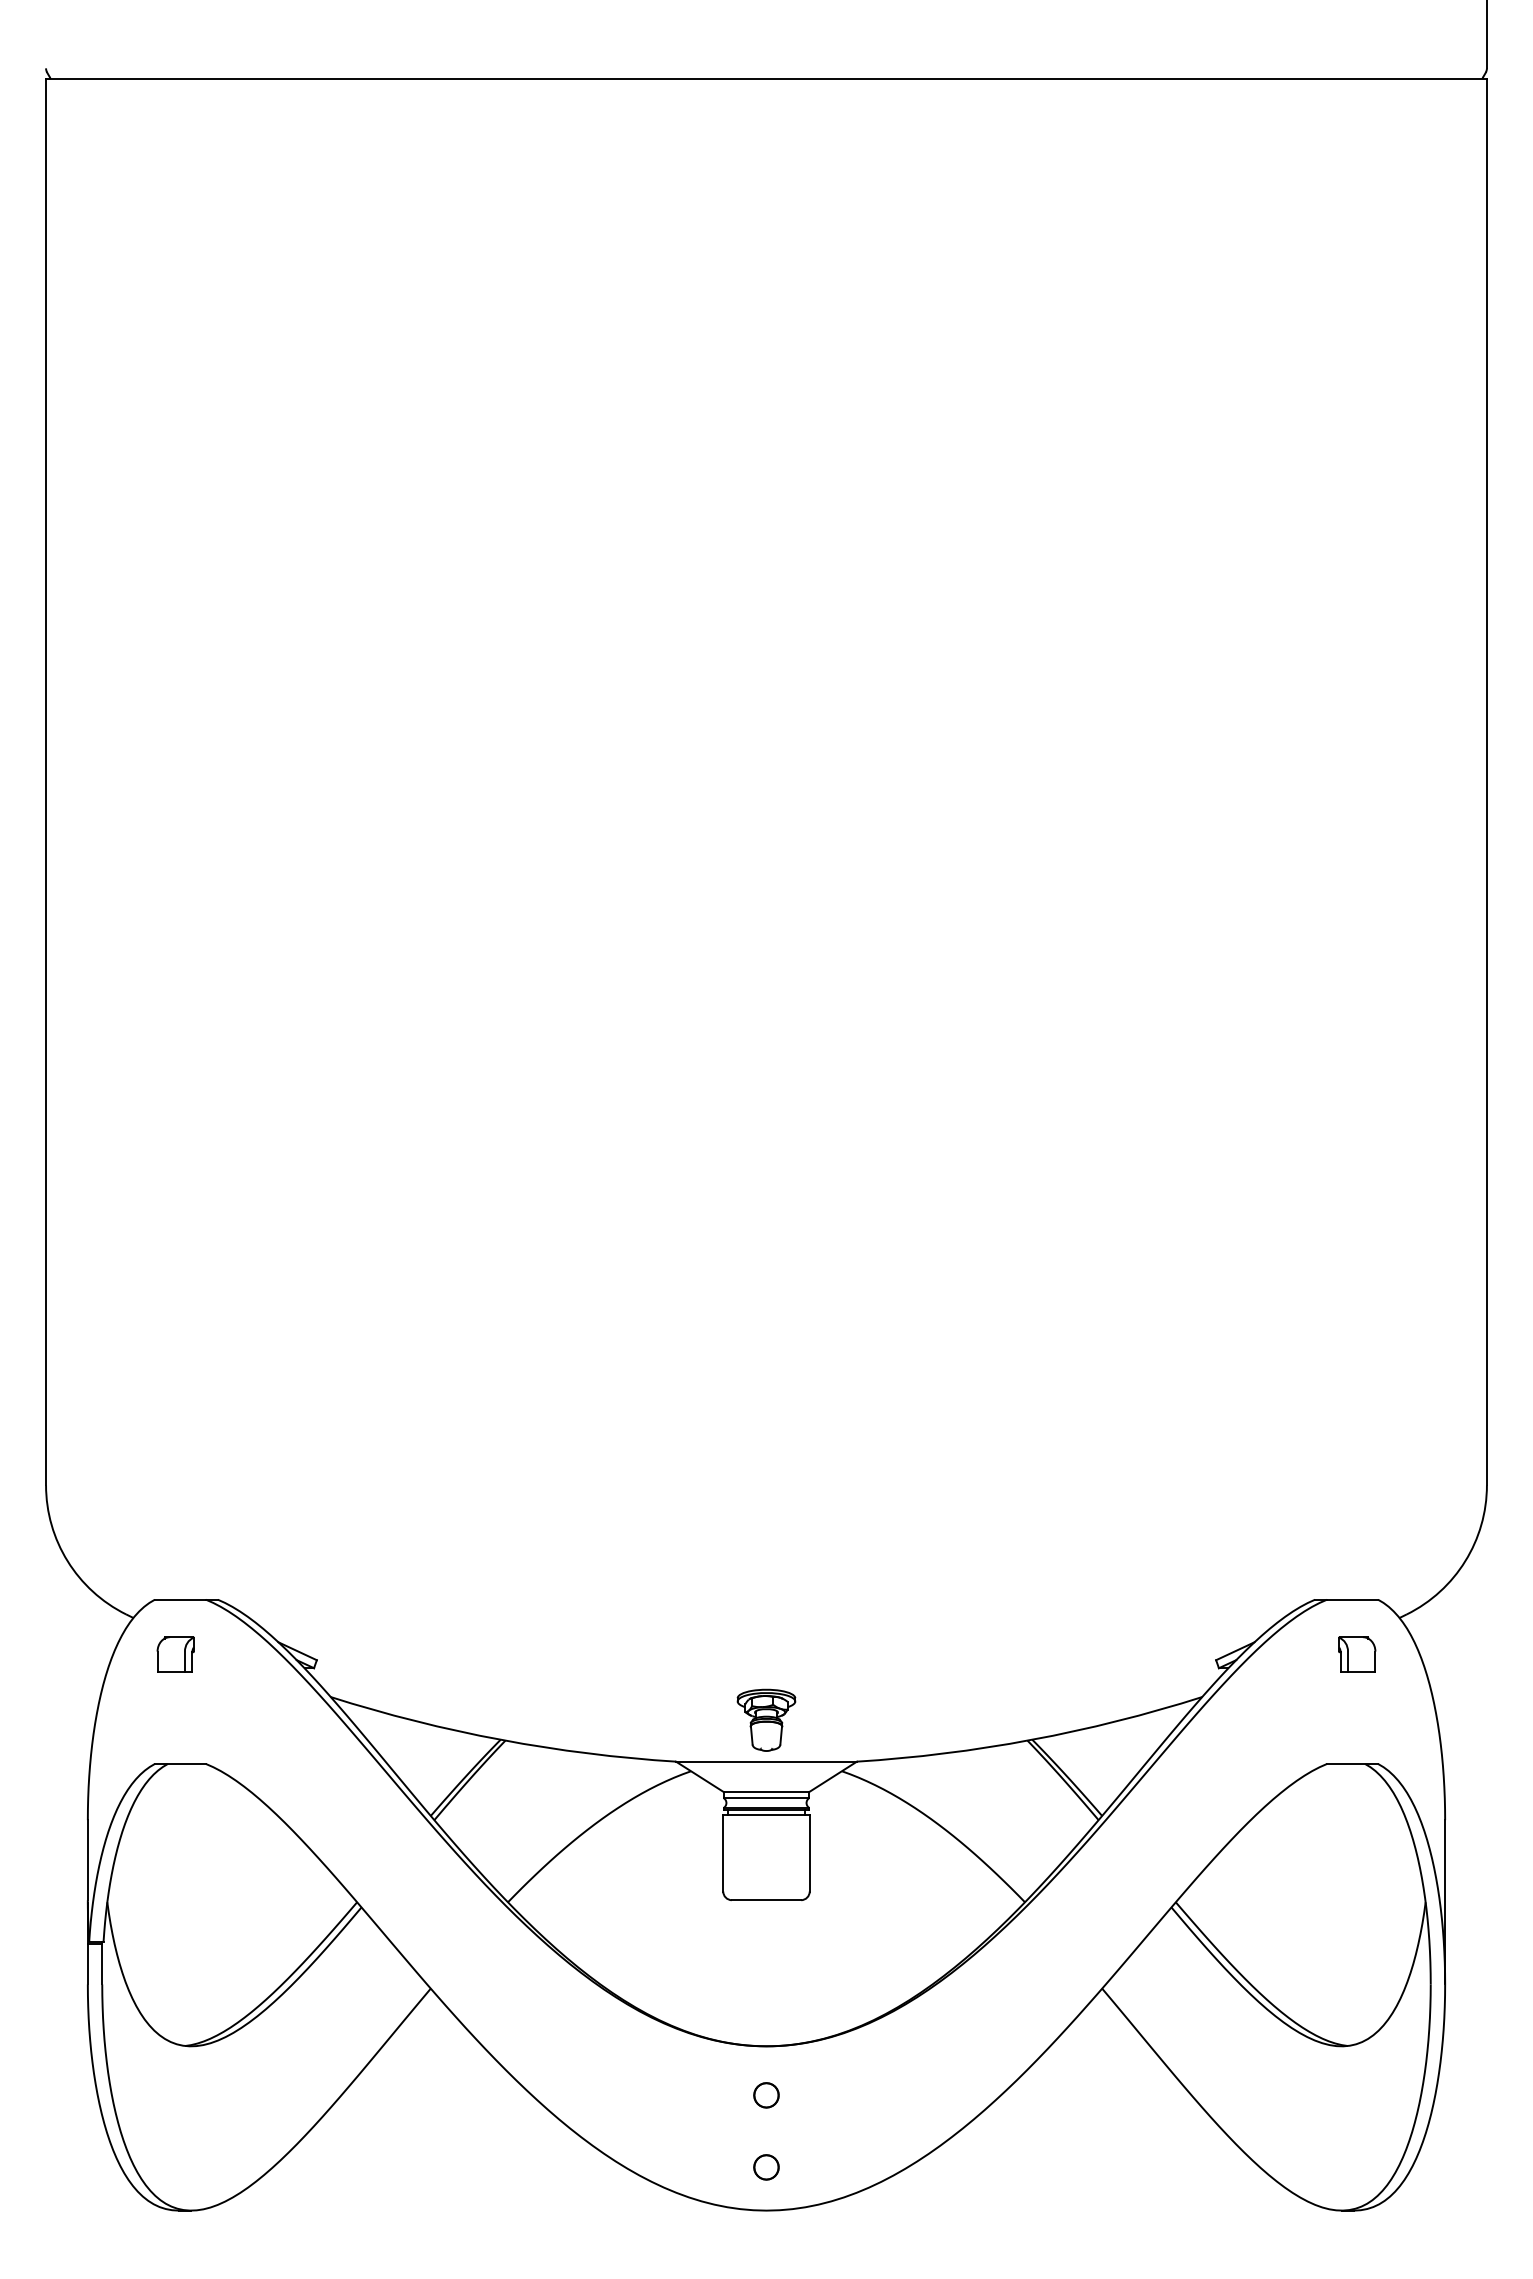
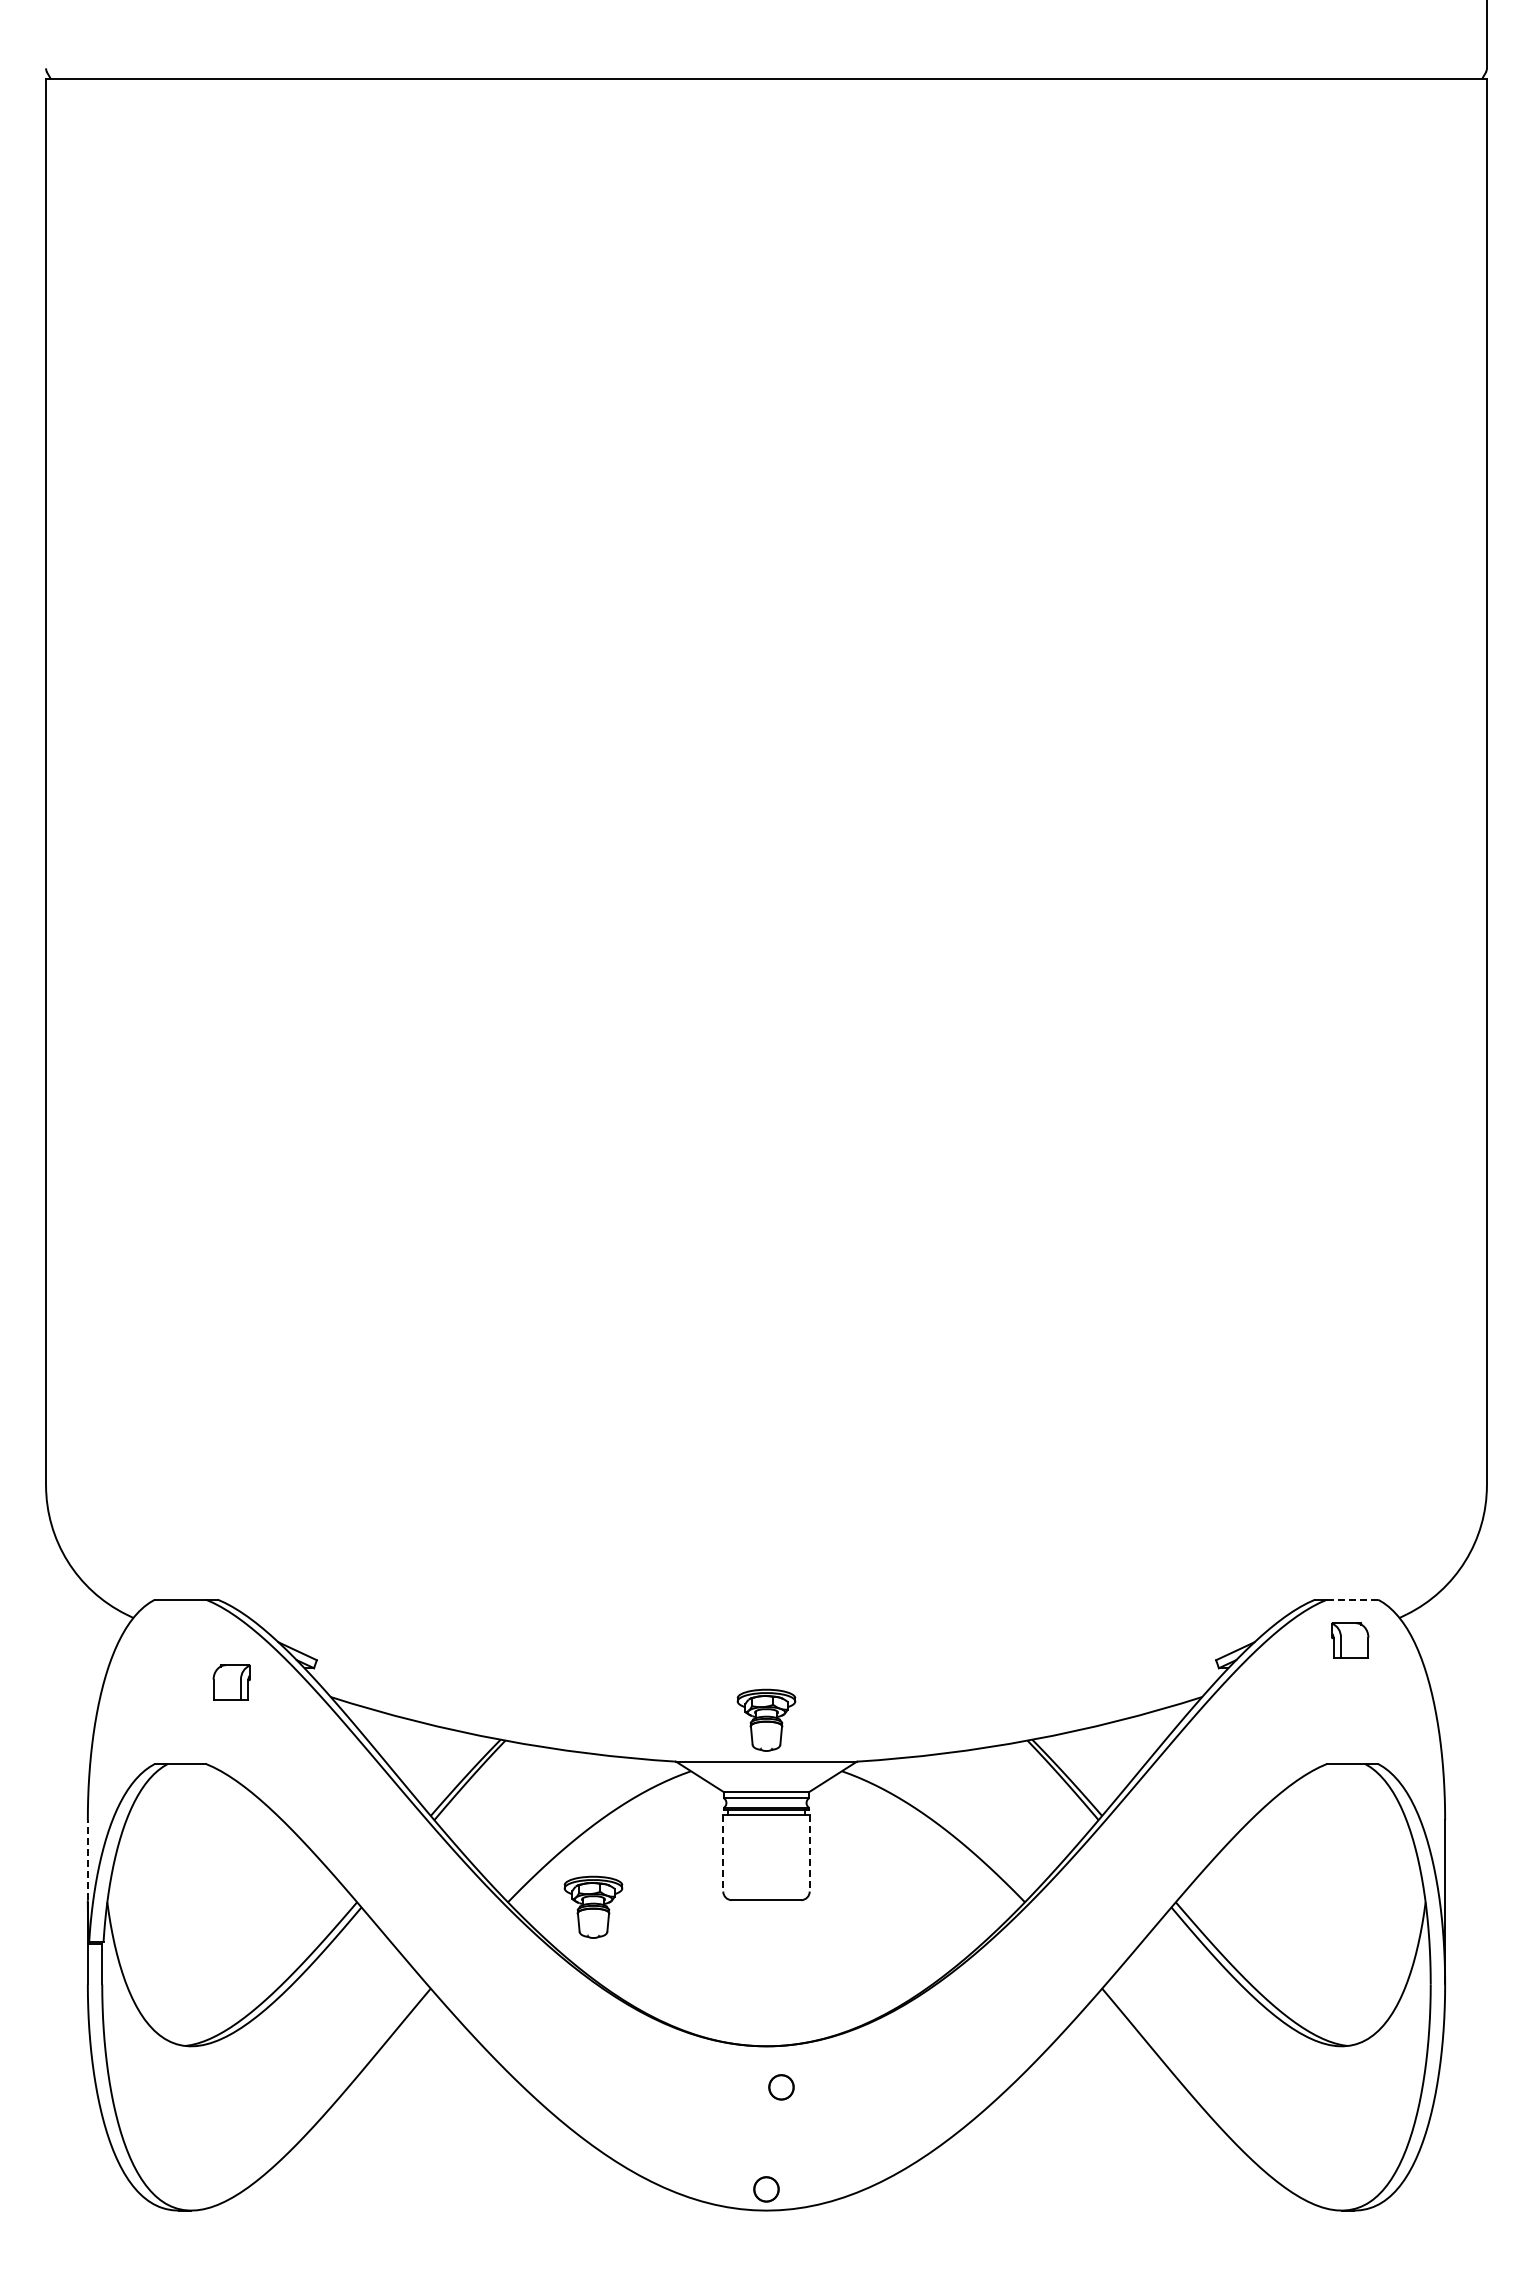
line at (1352, 1599): solid -> dashed
part at (175, 1654) position: (175, 1654) -> (231, 1682)
part at (1357, 1654) position: (1357, 1654) -> (1350, 1640)
line at (723, 1853): solid -> dashed
line at (809, 1853): solid -> dashed
line at (87, 1859): solid -> dashed
part at (593, 1906): none -> present
part at (766, 2095) position: (766, 2095) -> (781, 2087)
part at (766, 2167) position: (766, 2167) -> (766, 2189)
